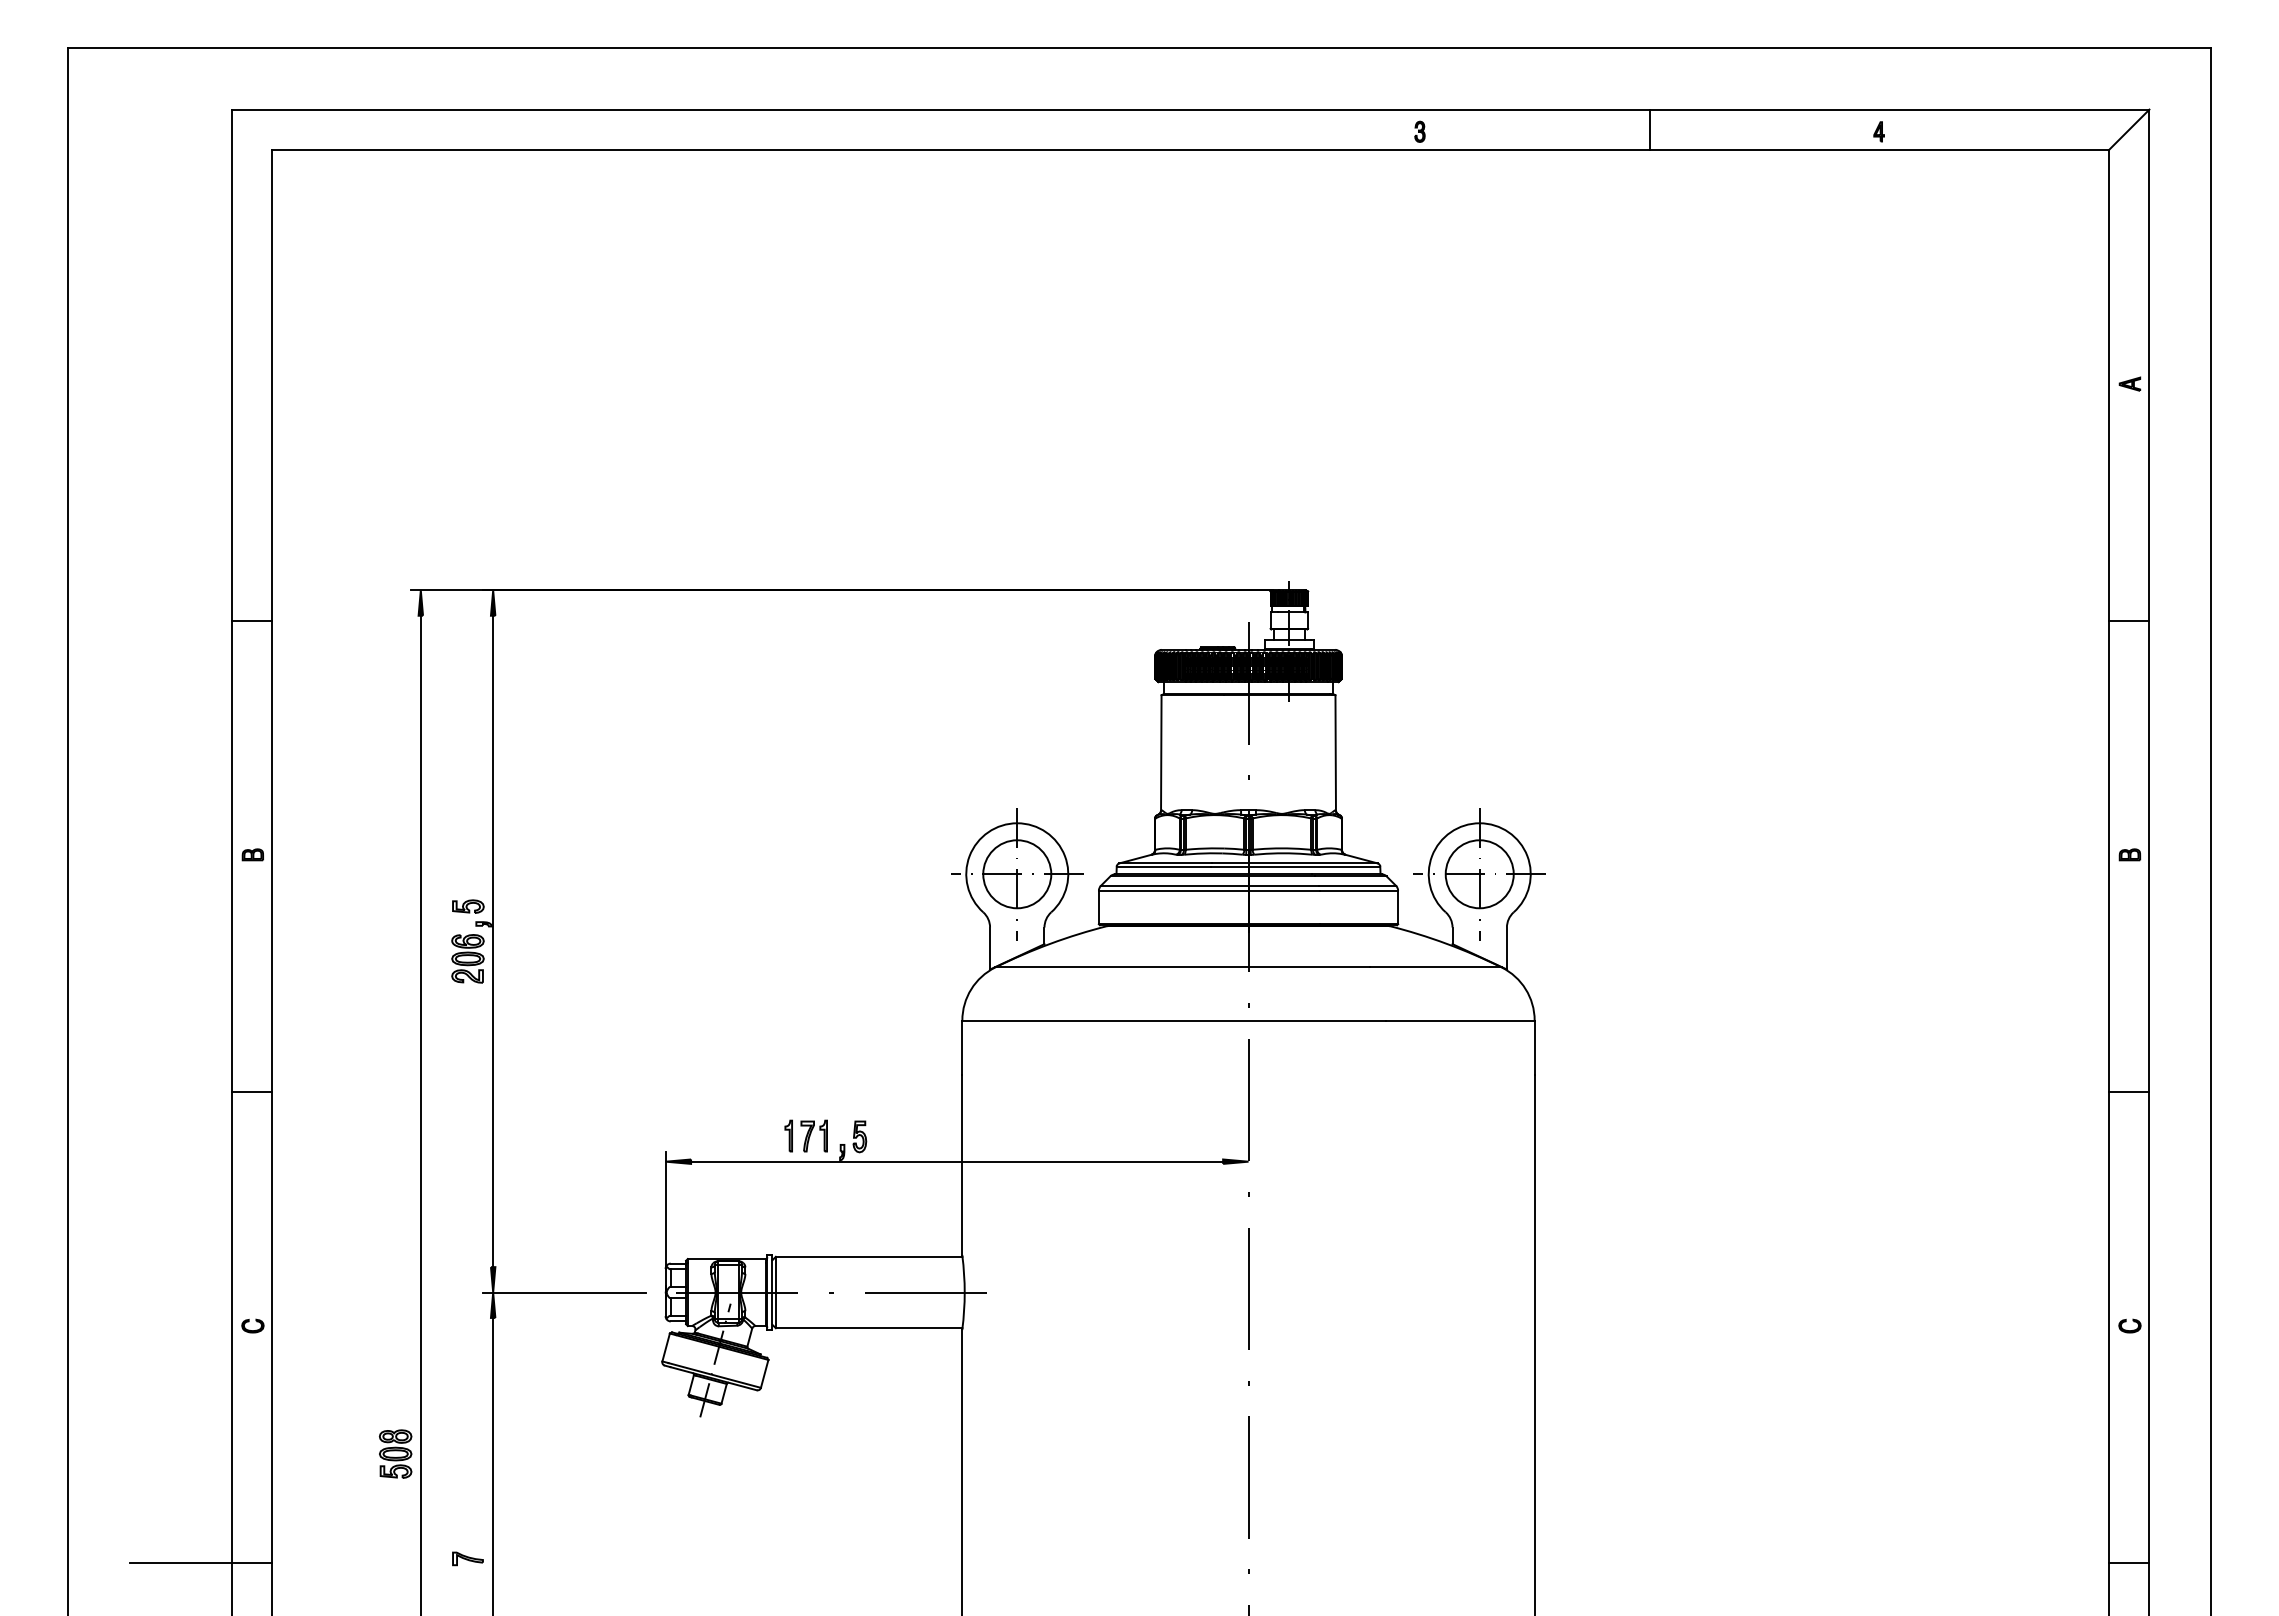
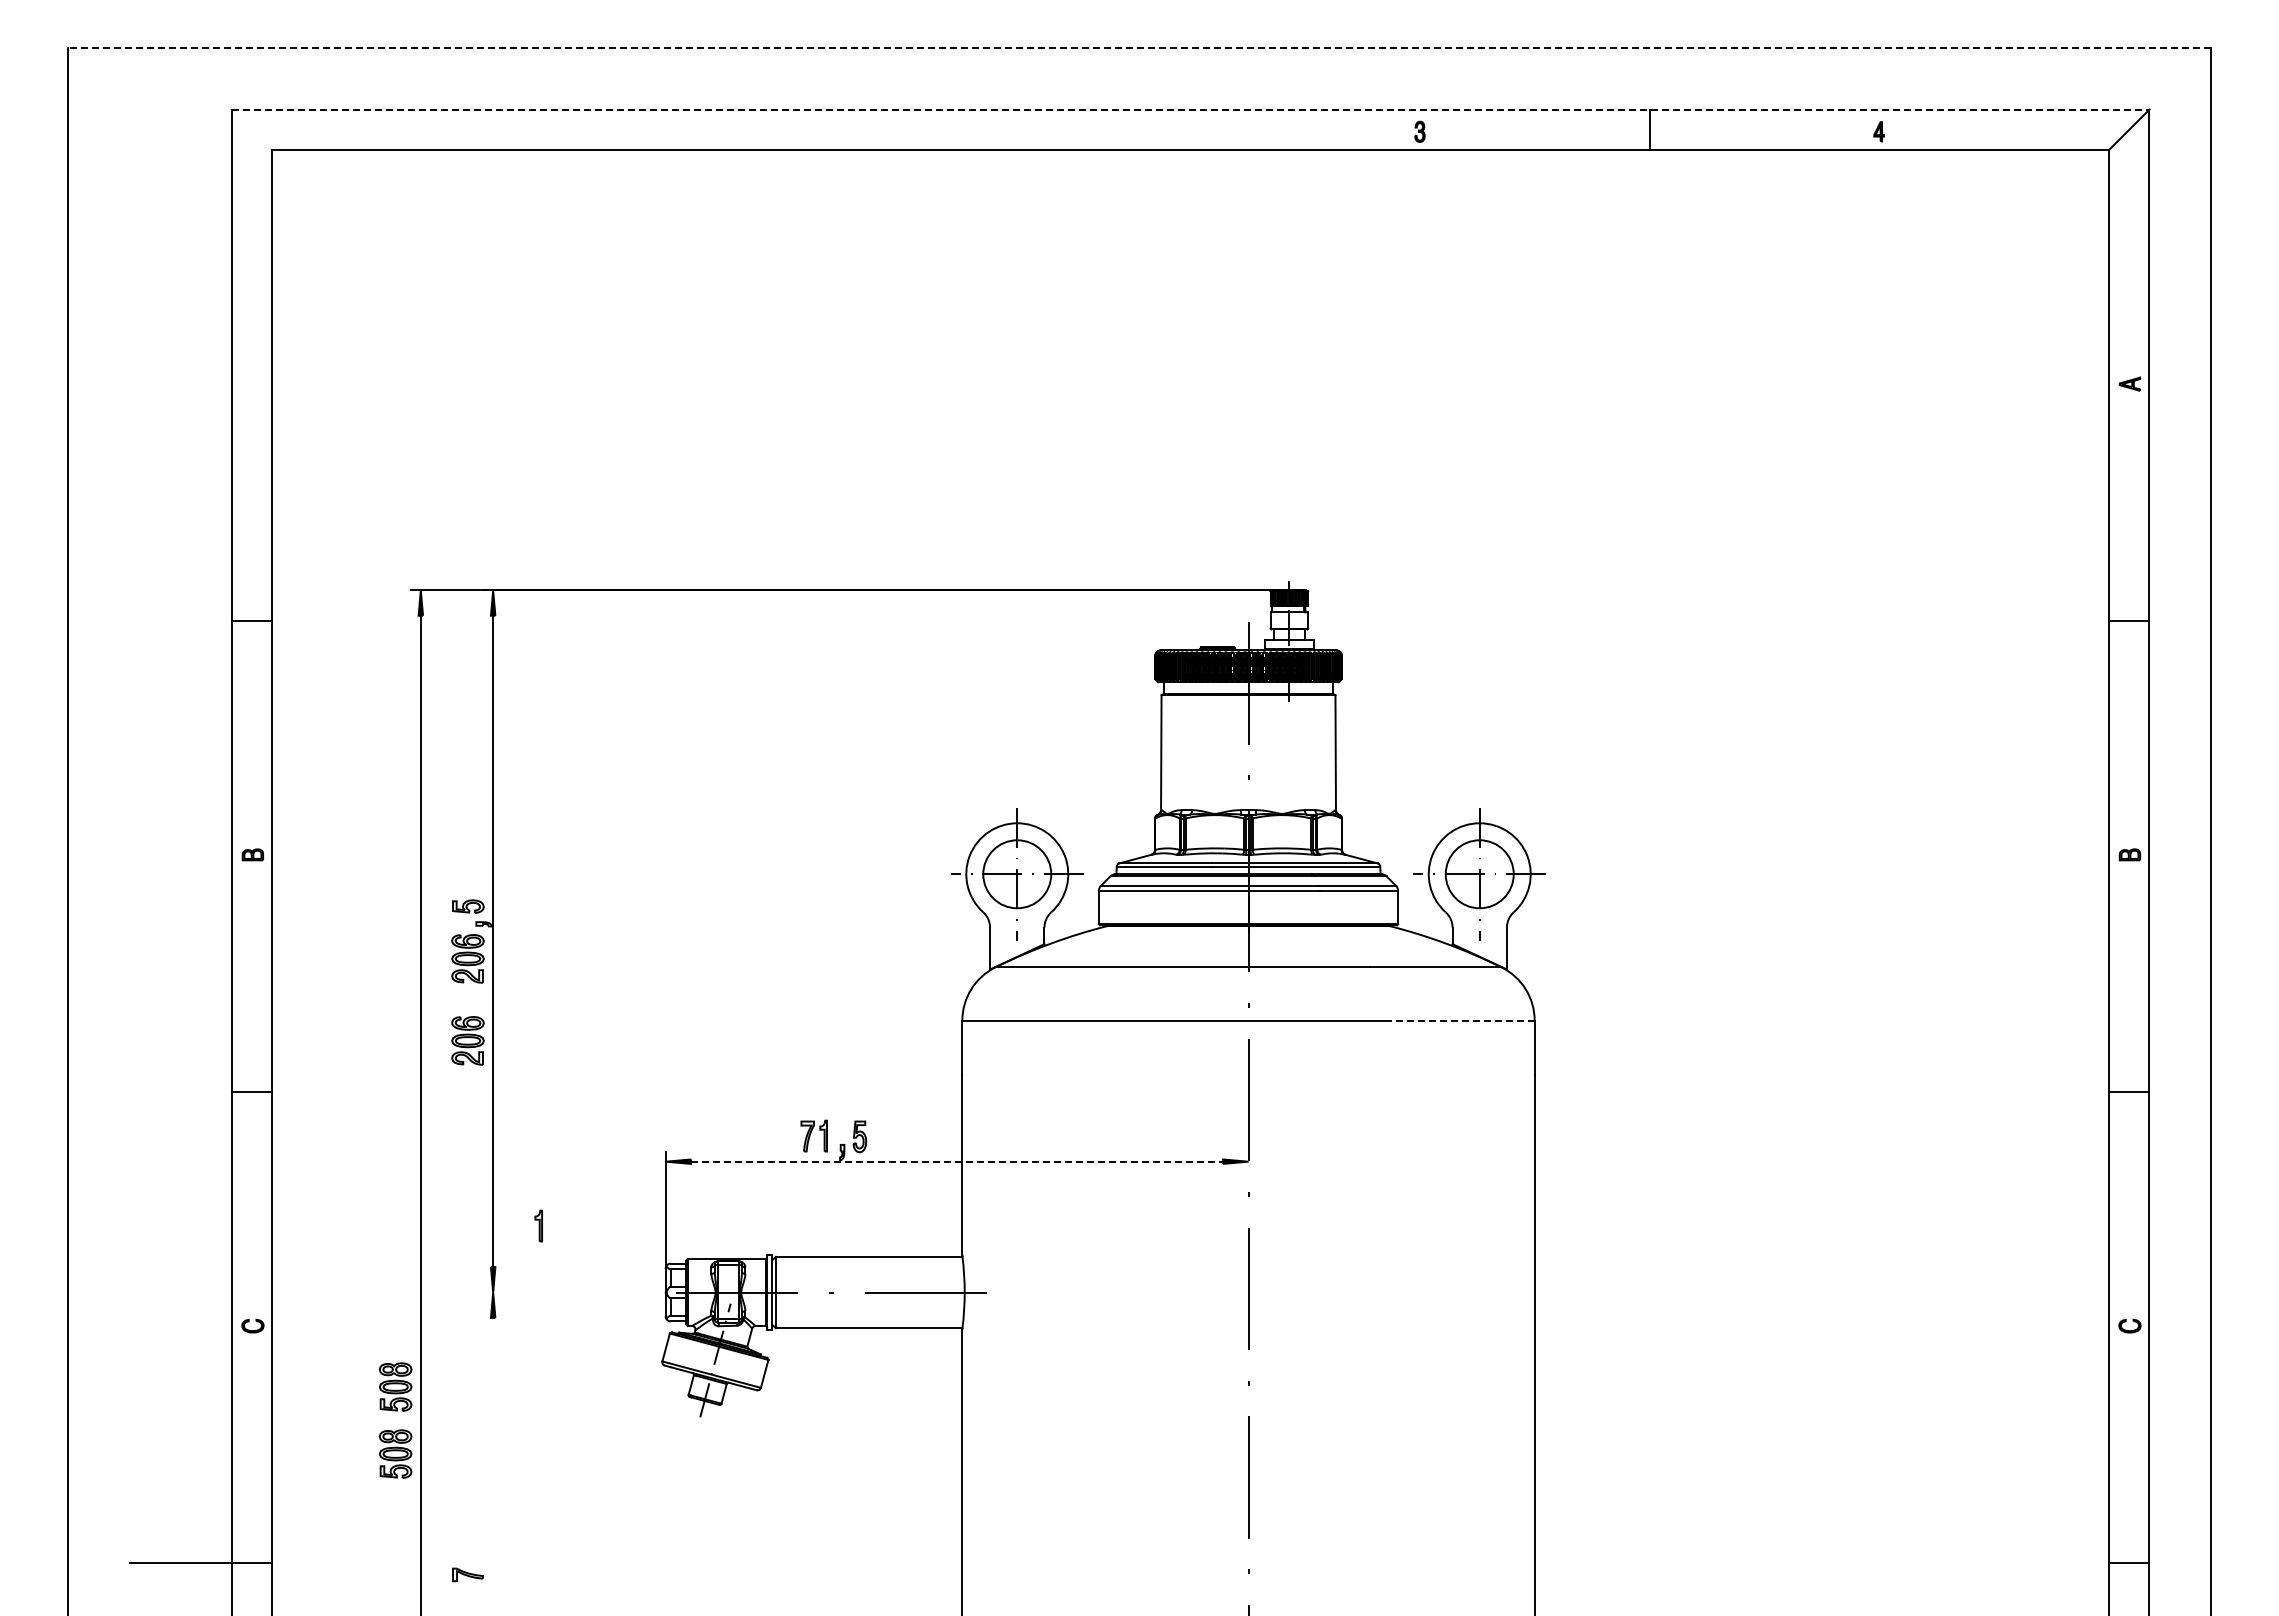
line at (1139, 48): solid -> dashed
line at (1190, 109): solid -> dashed
line at (1459, 1020): solid -> dashed
part at (467, 1040): none -> present
part at (788, 1135) position: (788, 1135) -> (538, 1225)
line at (957, 1161): solid -> dashed
line at (564, 1292): present -> none
part at (395, 1386): none -> present
line at (493, 1464): present -> none
part at (467, 1558) position: (467, 1558) -> (467, 1574)
